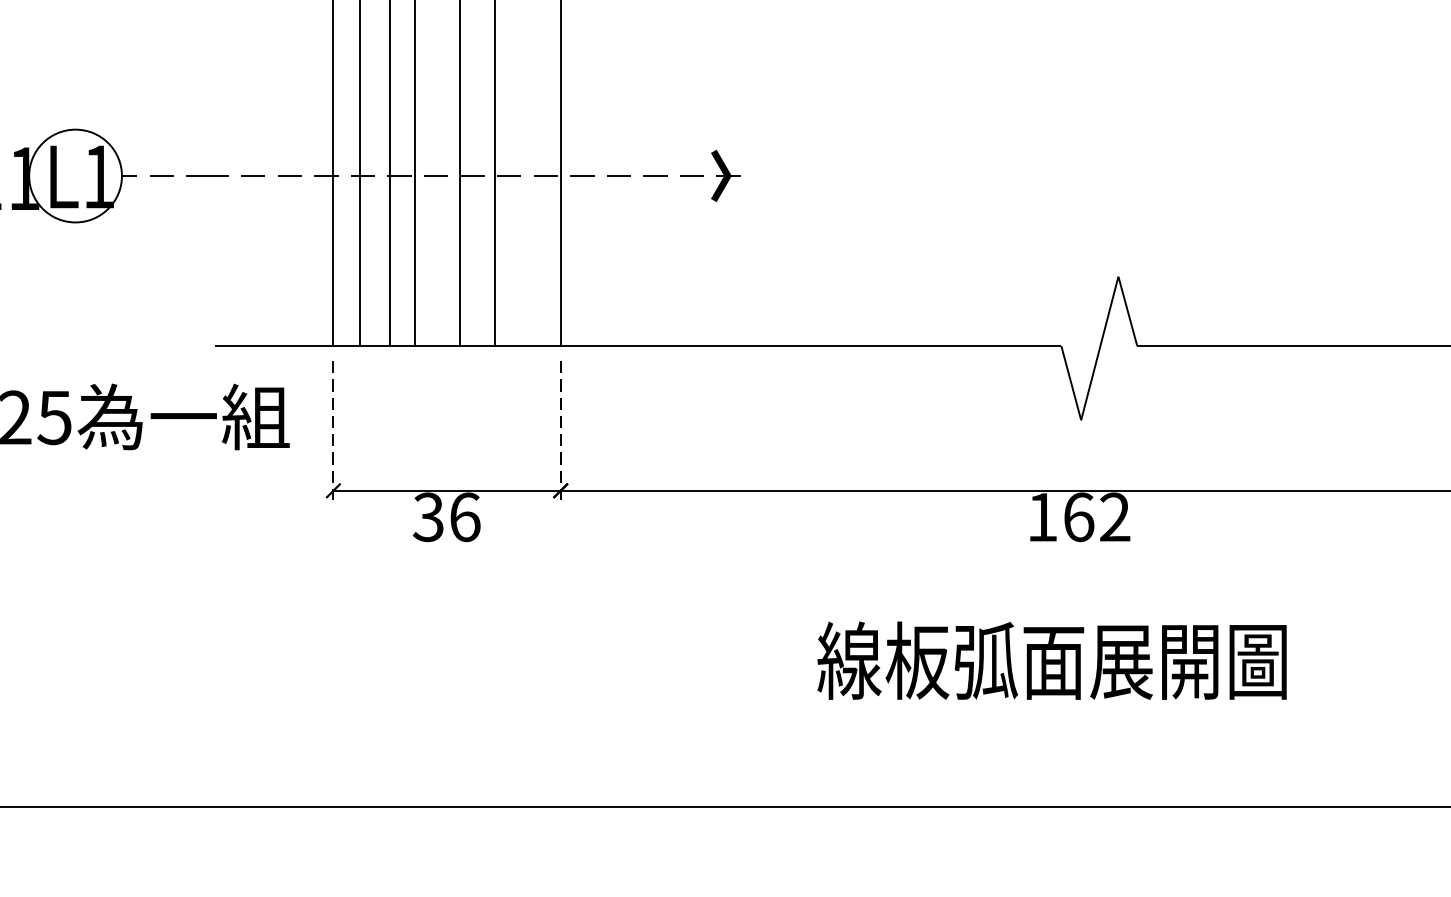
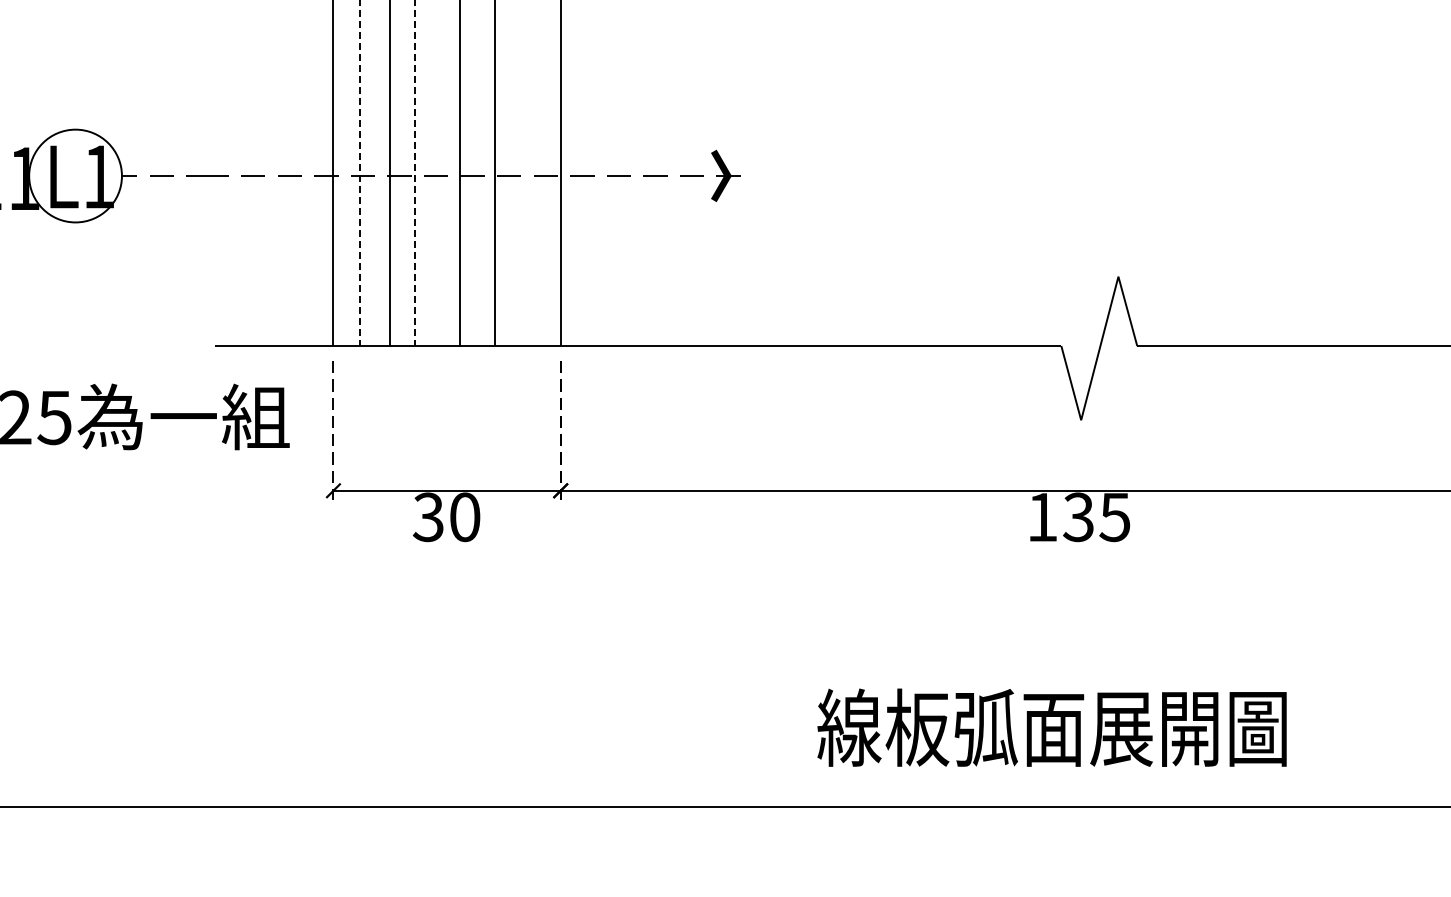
line at (360, 173): solid -> dashed
line at (415, 173): solid -> dashed
text at (465, 517): 36 -> 30
text at (1096, 517): 162 -> 135
text at (1051, 660) position: (1051, 660) -> (1051, 727)
